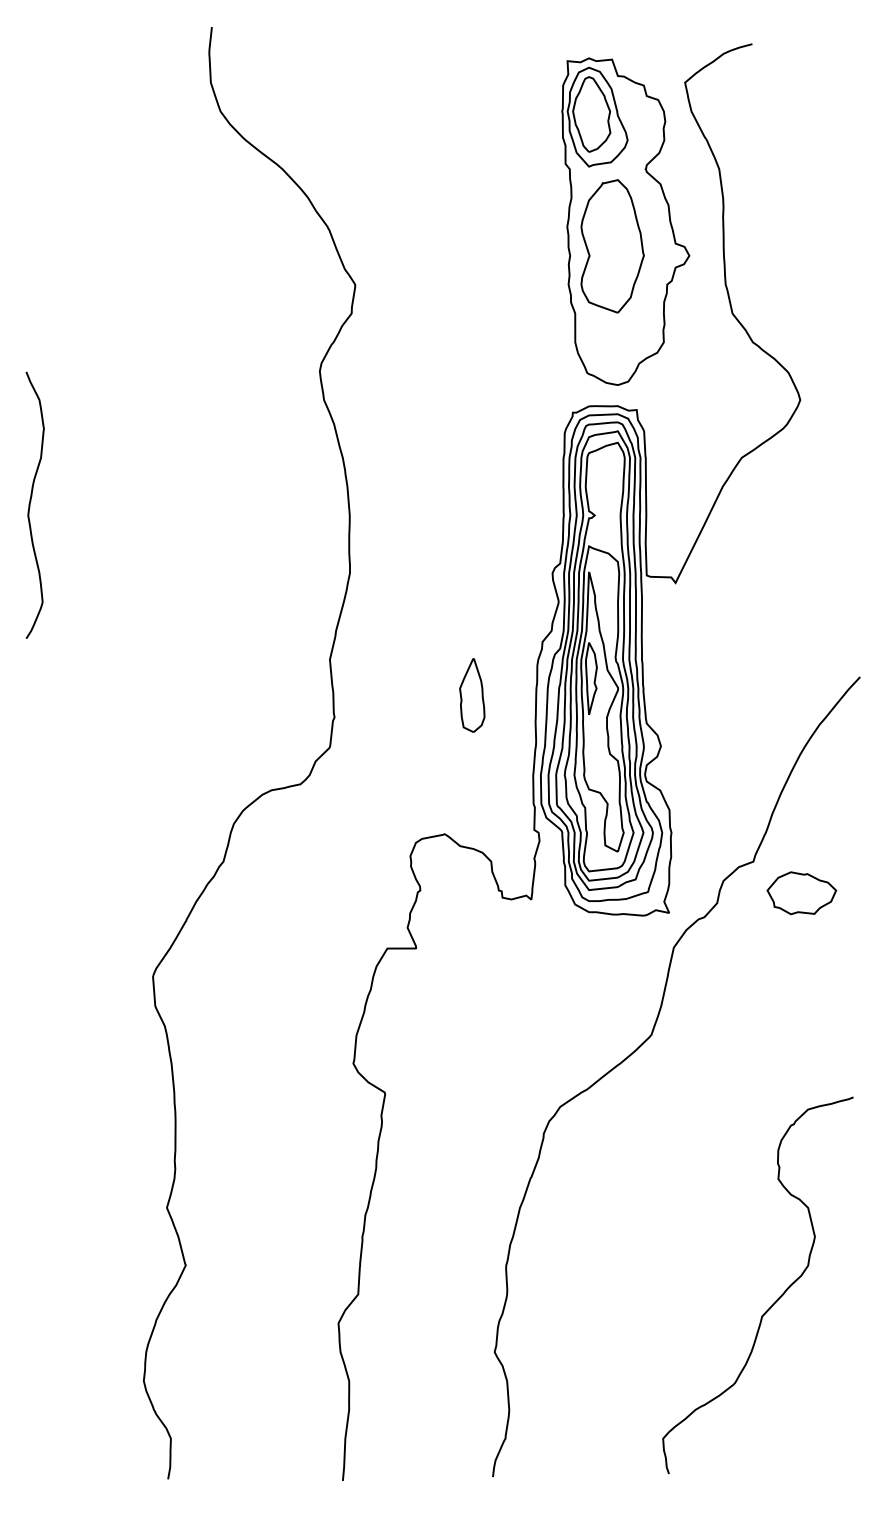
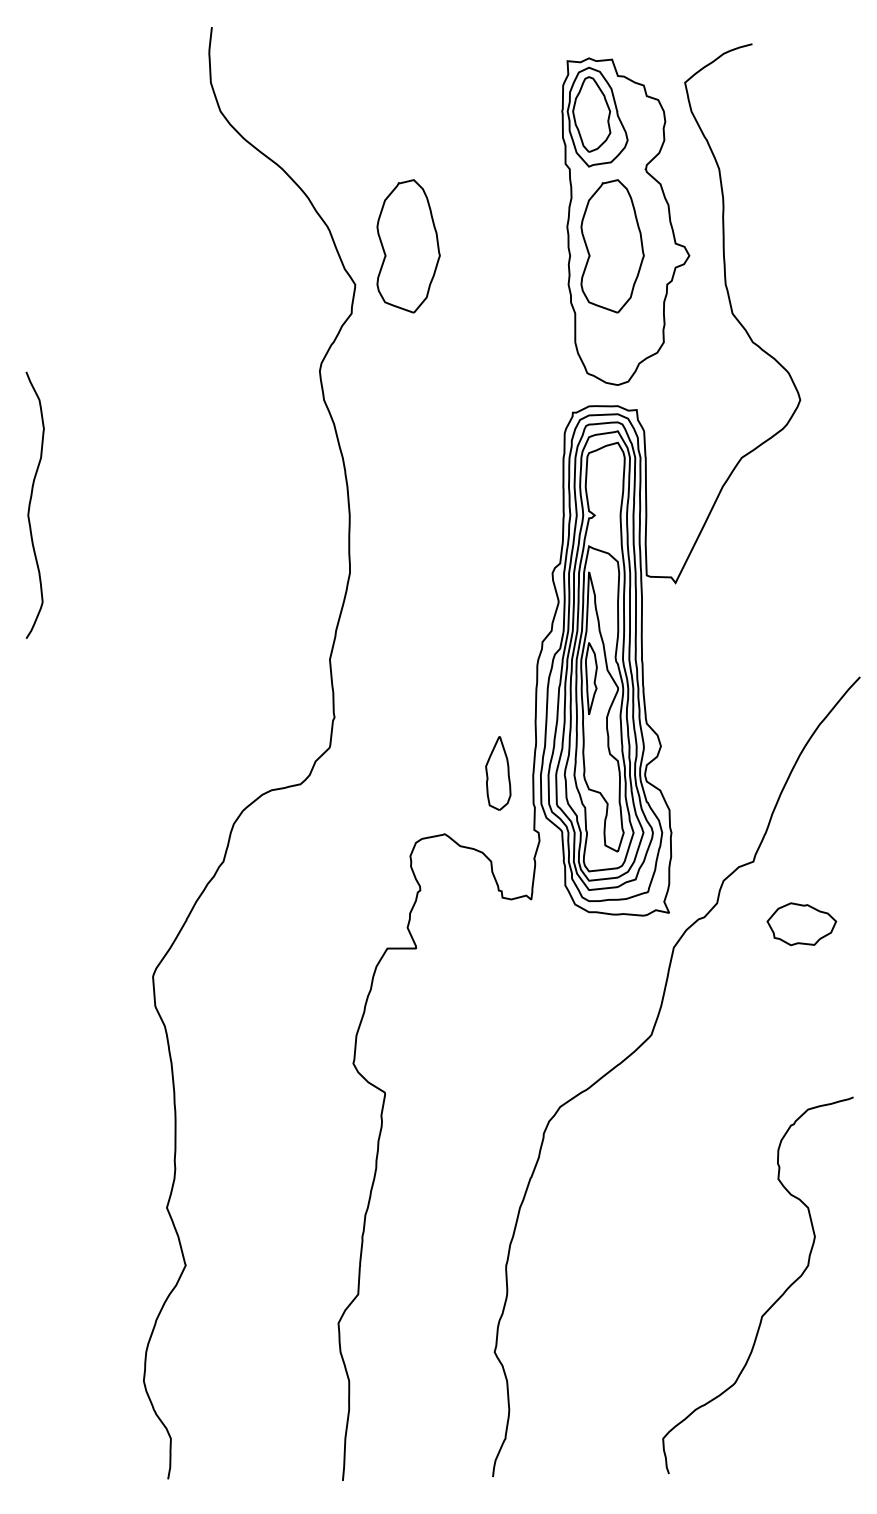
part at (408, 246): none -> present
part at (472, 695) position: (472, 695) -> (498, 773)
part at (801, 893) position: (801, 893) -> (801, 924)
